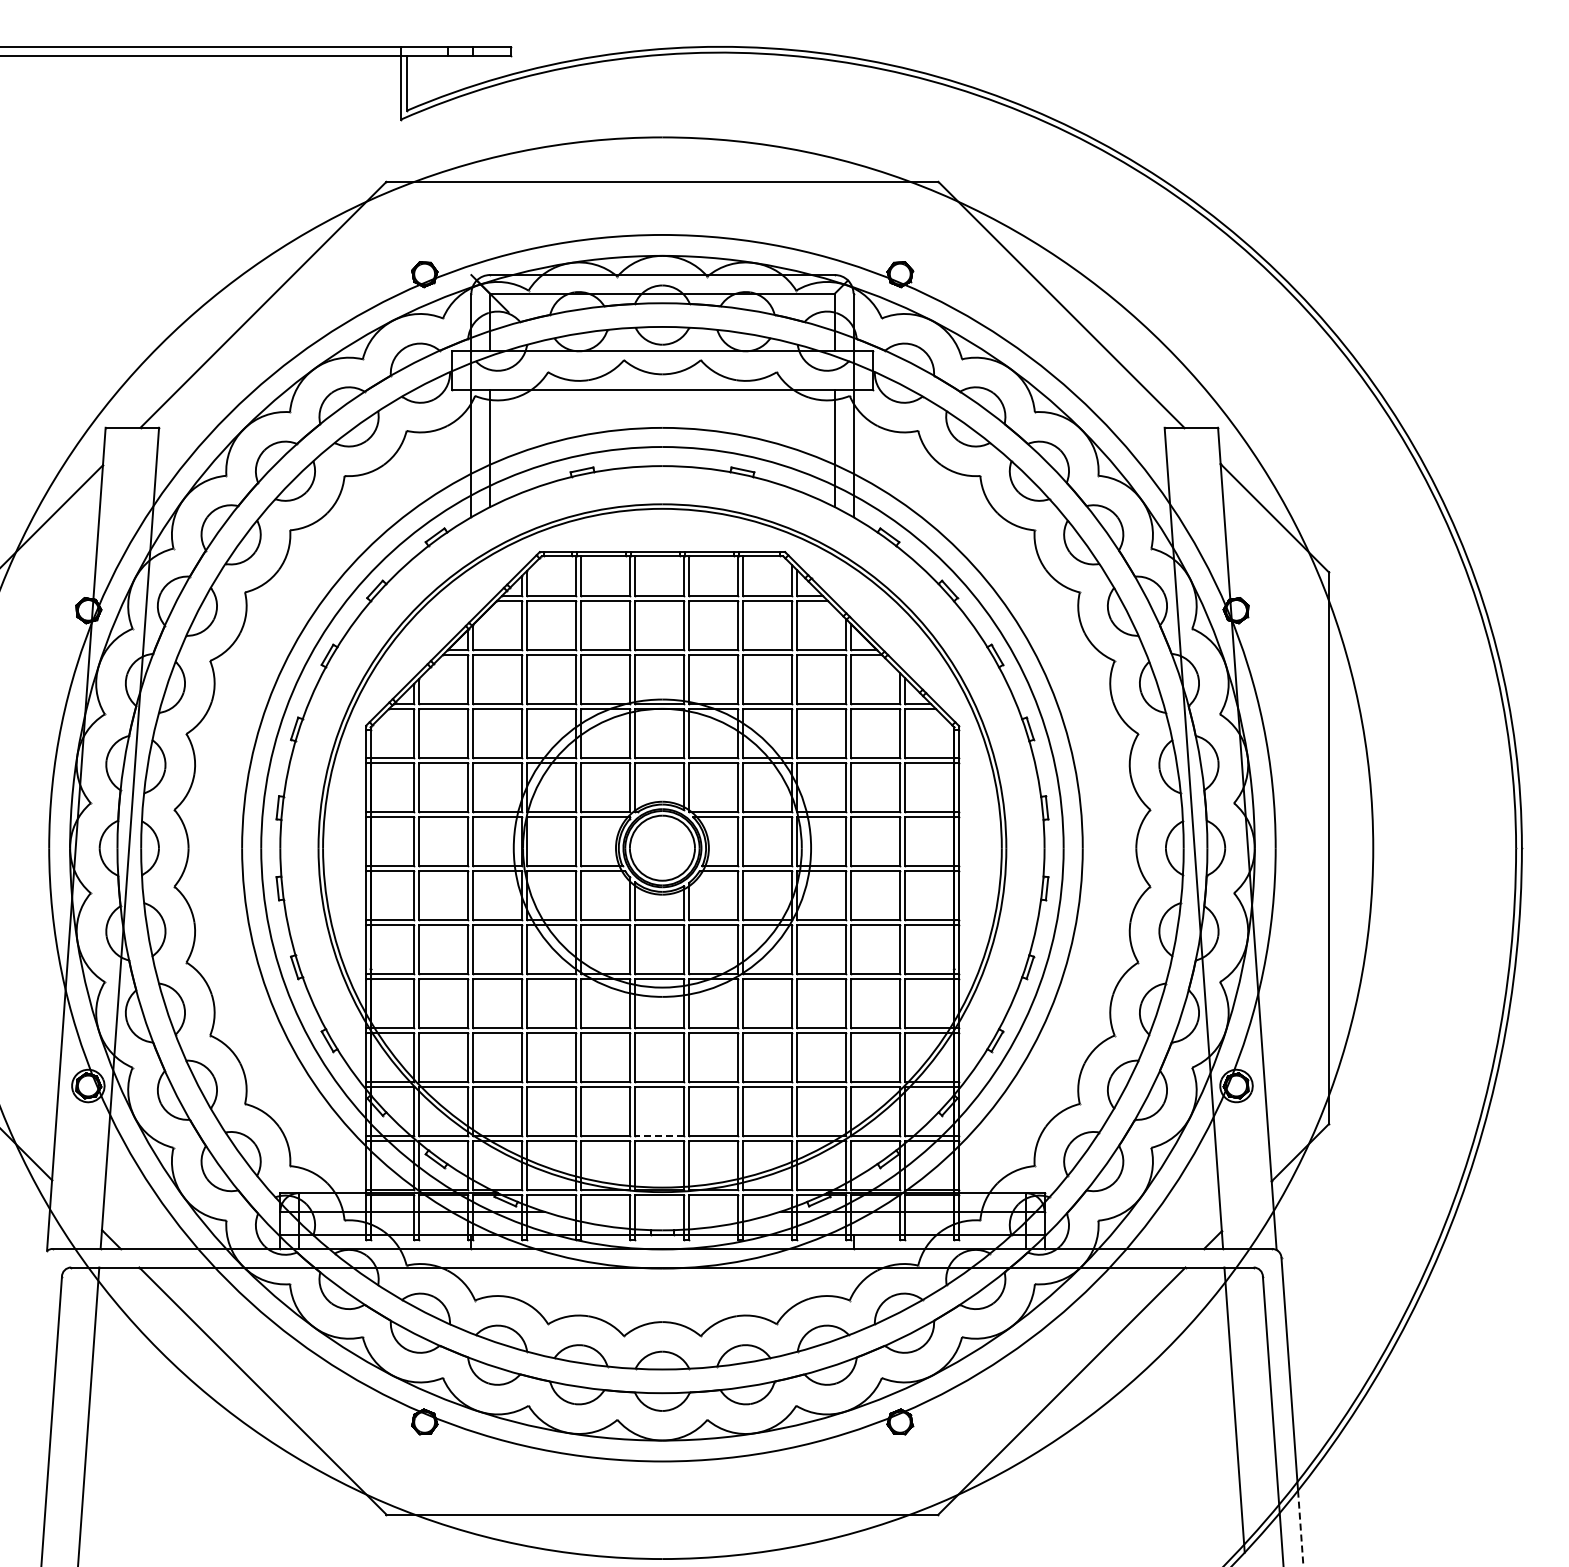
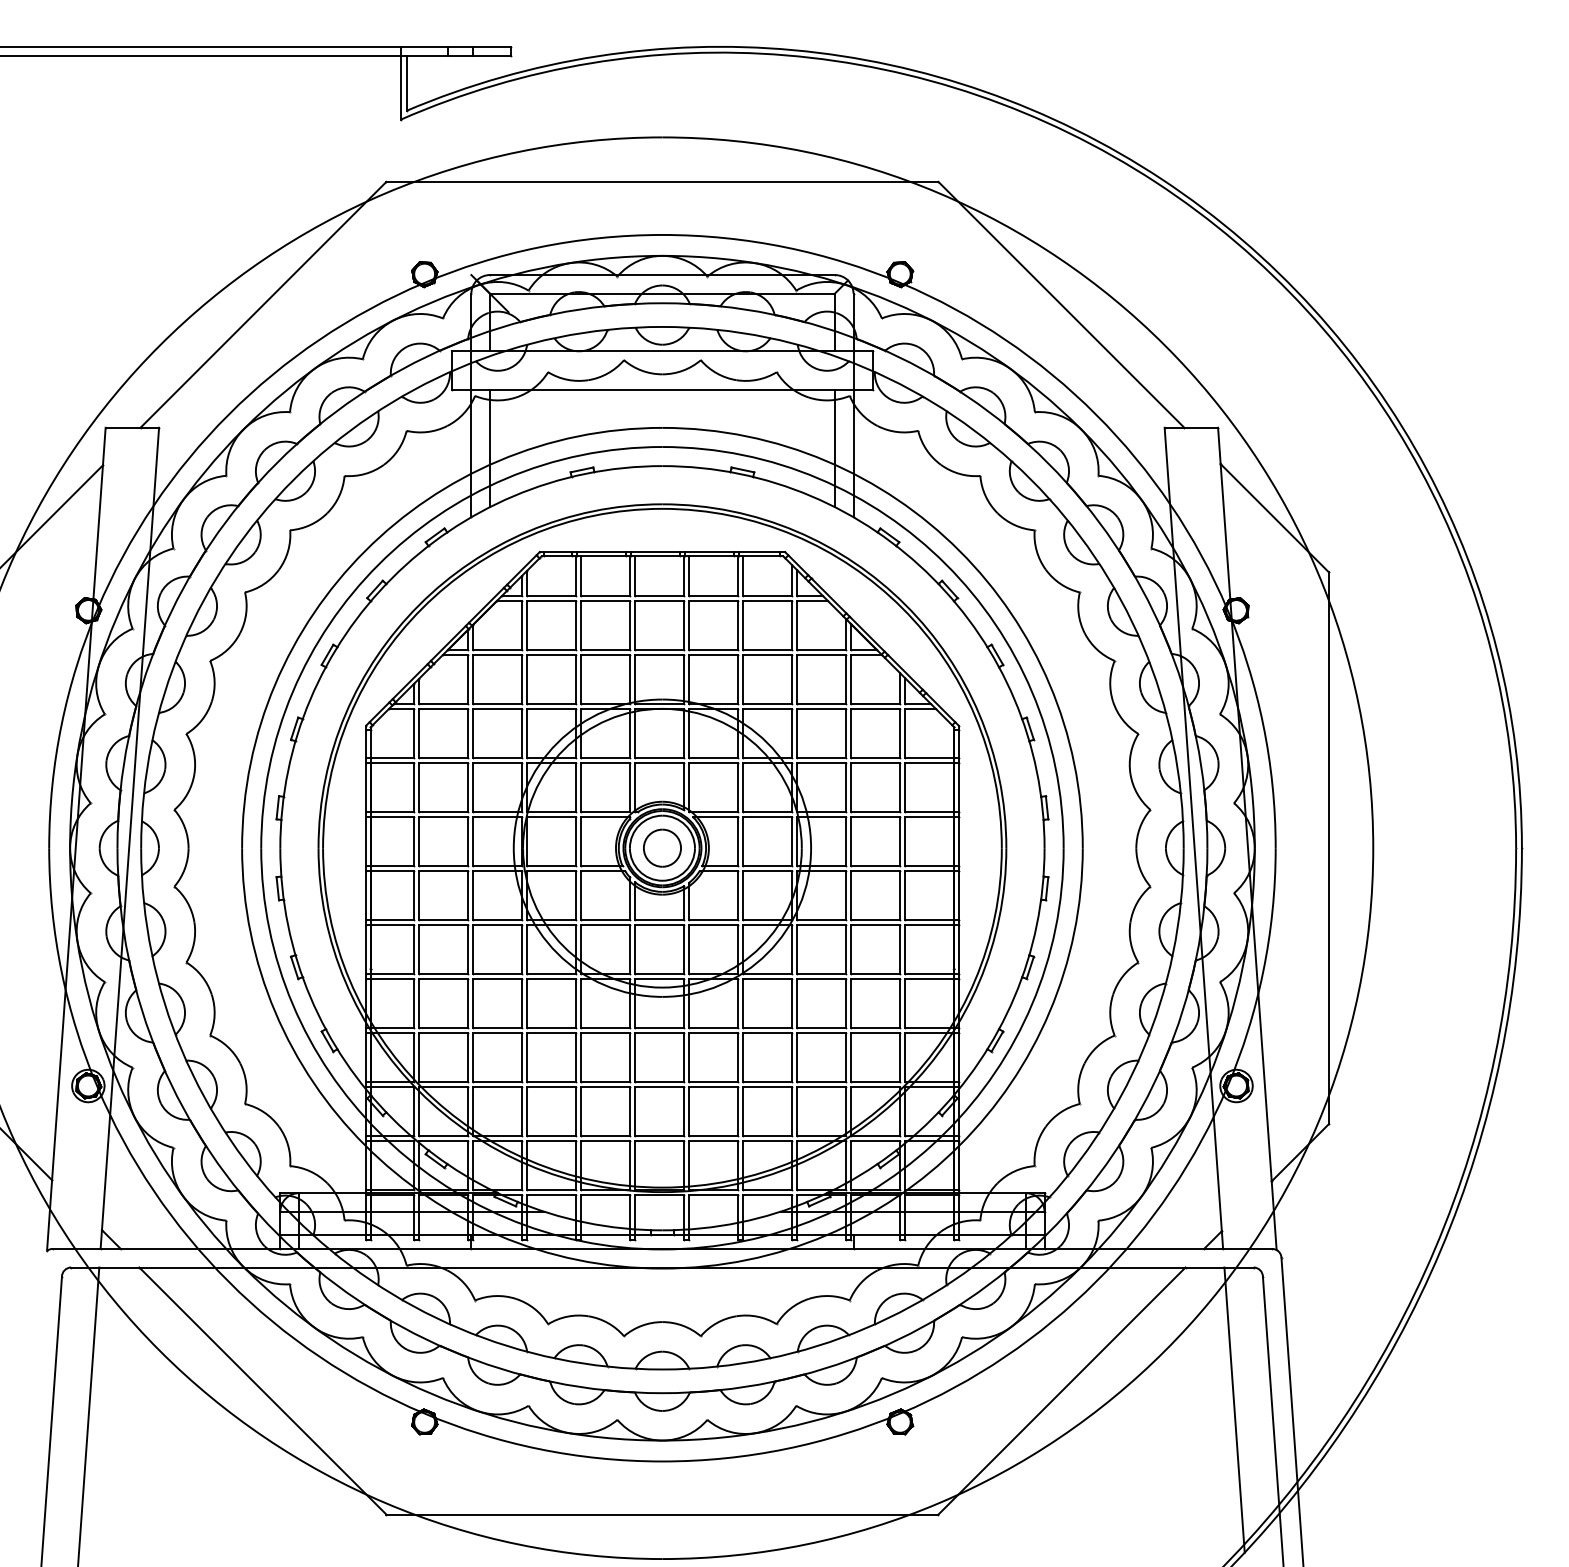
part at (662, 847): none -> present
line at (659, 1136): dashed -> solid
line at (1300, 1528): dashed -> solid
